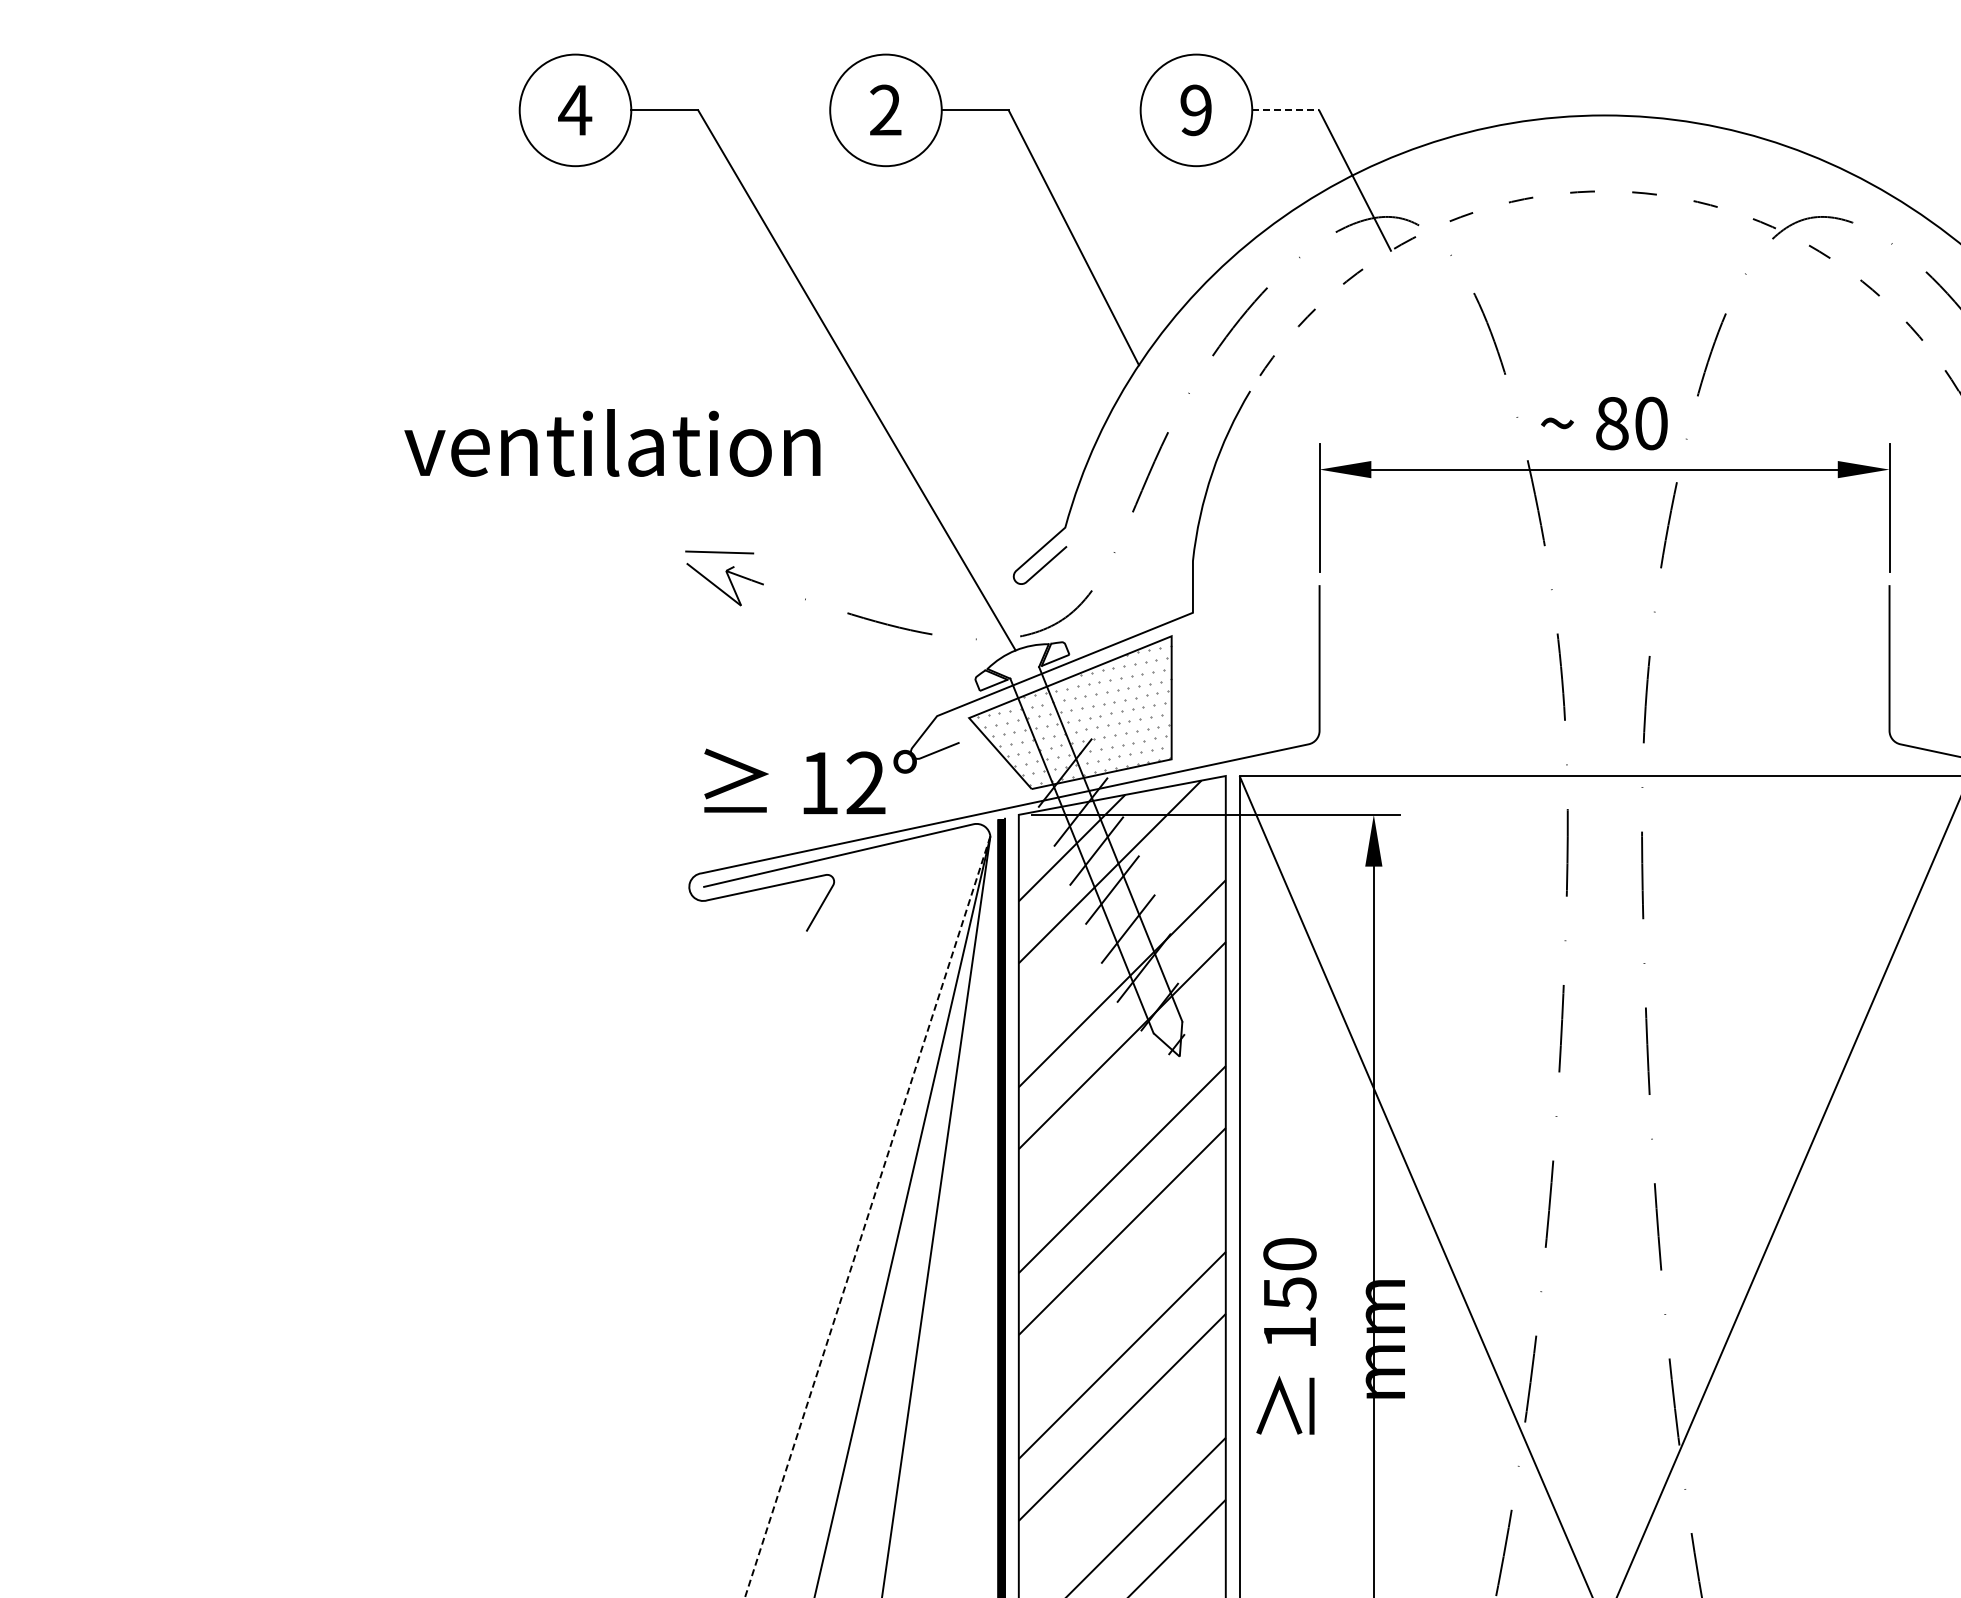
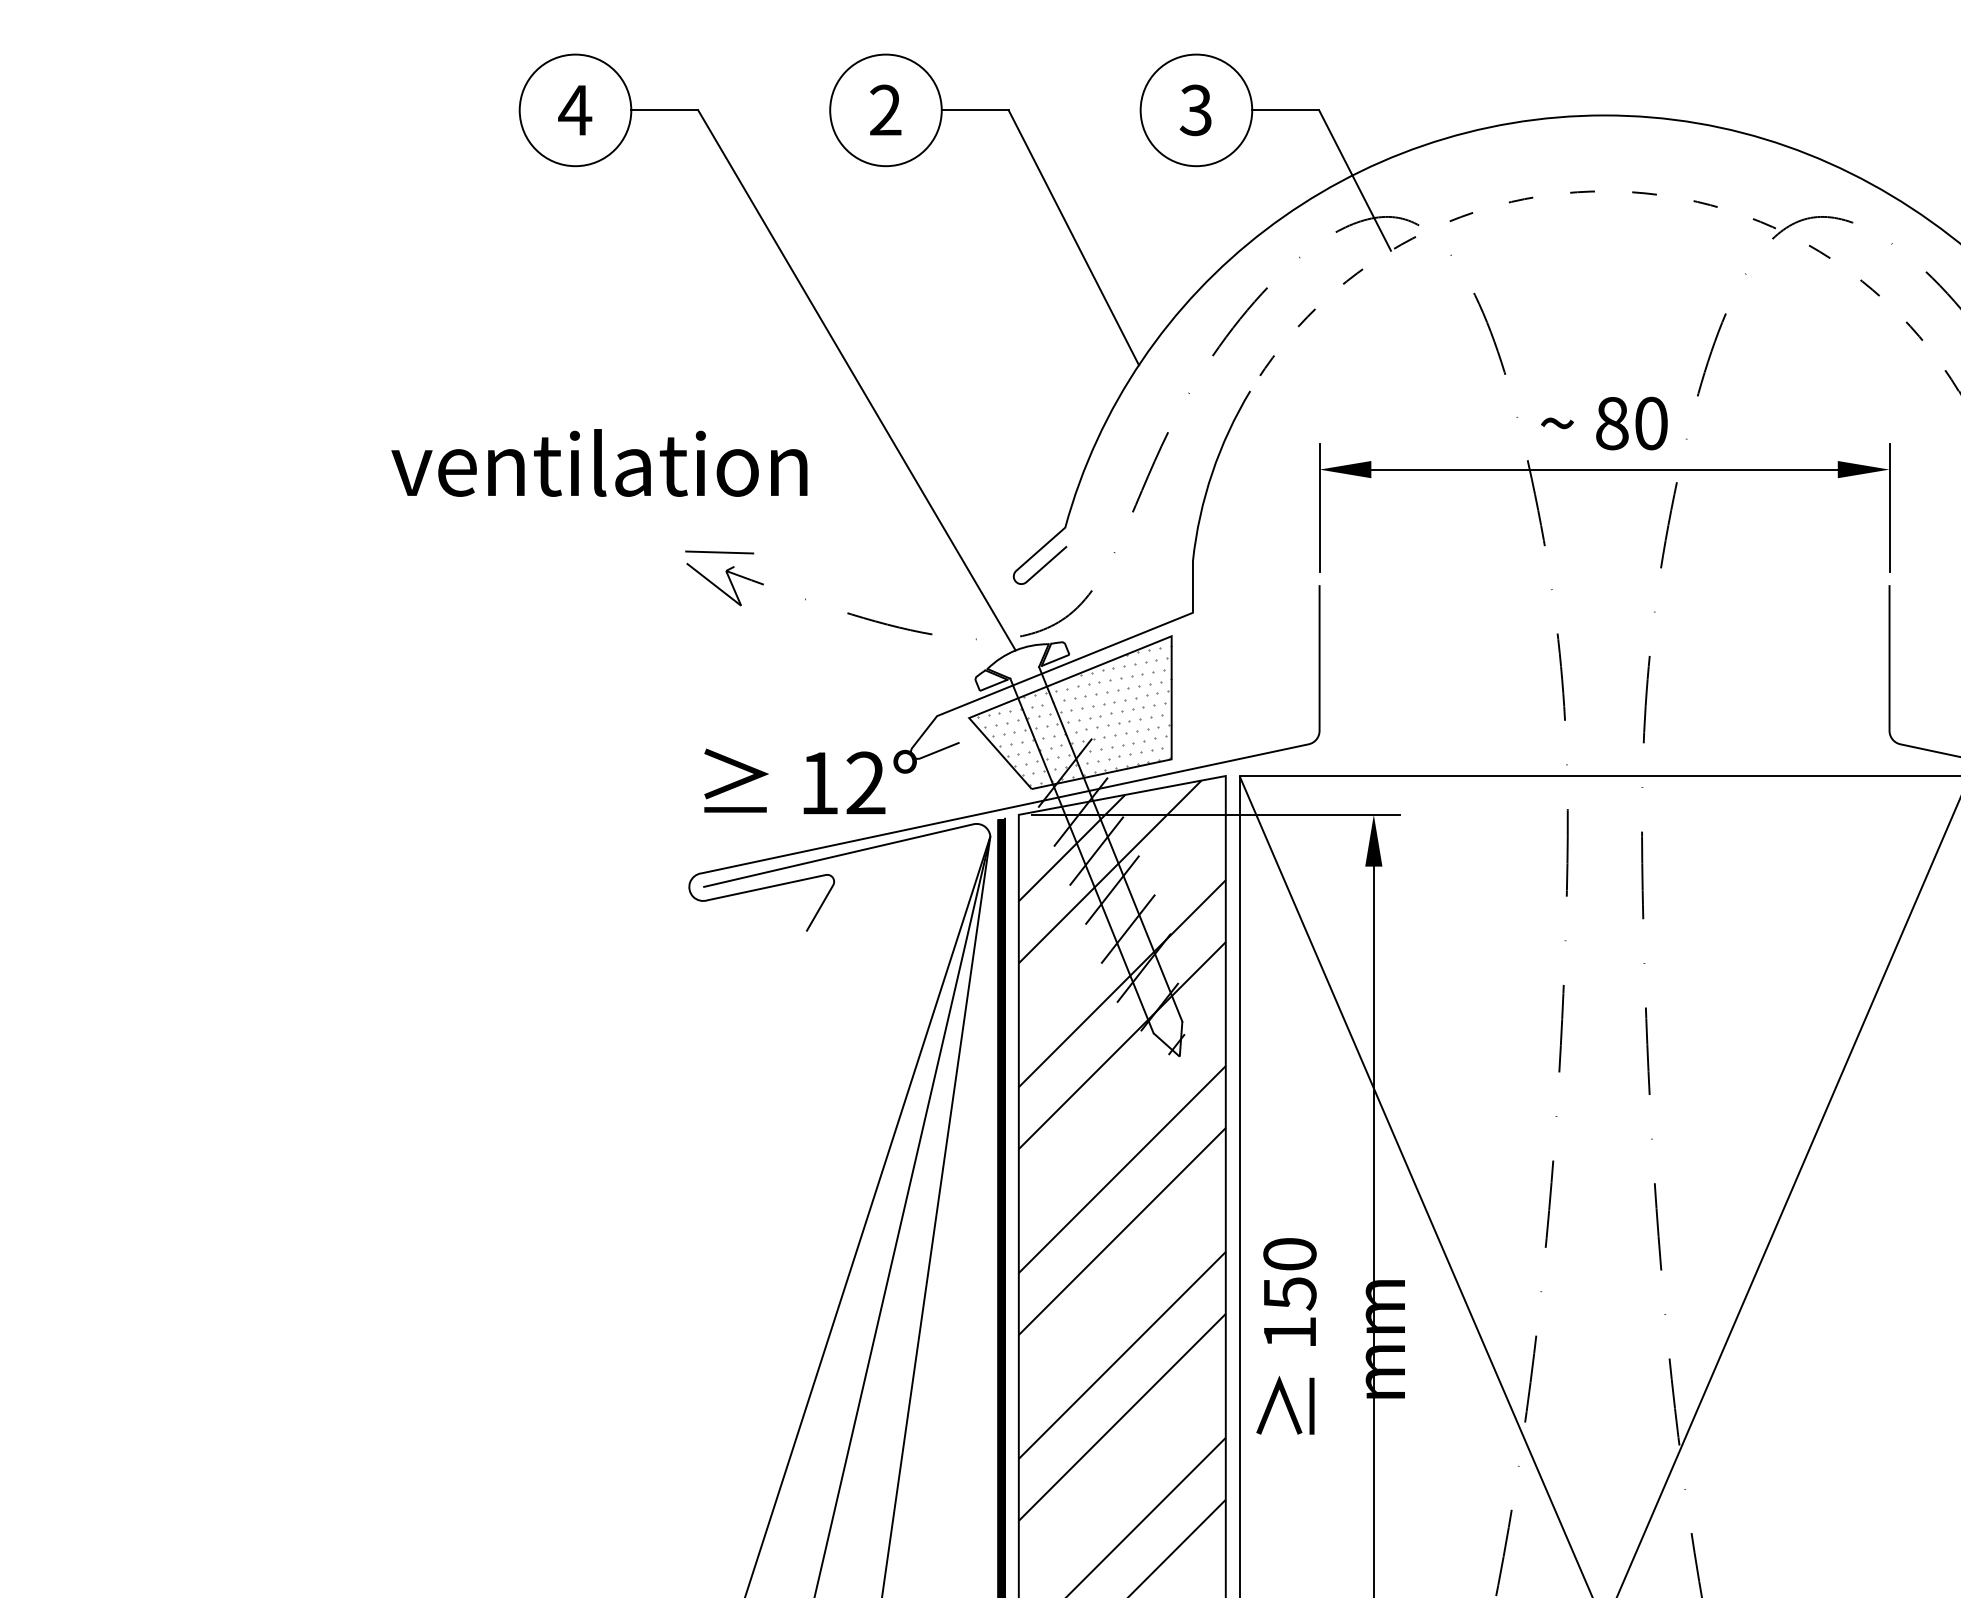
text at (1195, 110): 9 -> 3
line at (1286, 110): dashed -> solid
text at (612, 442) position: (612, 442) -> (599, 462)
line at (867, 1217): dashed -> solid
